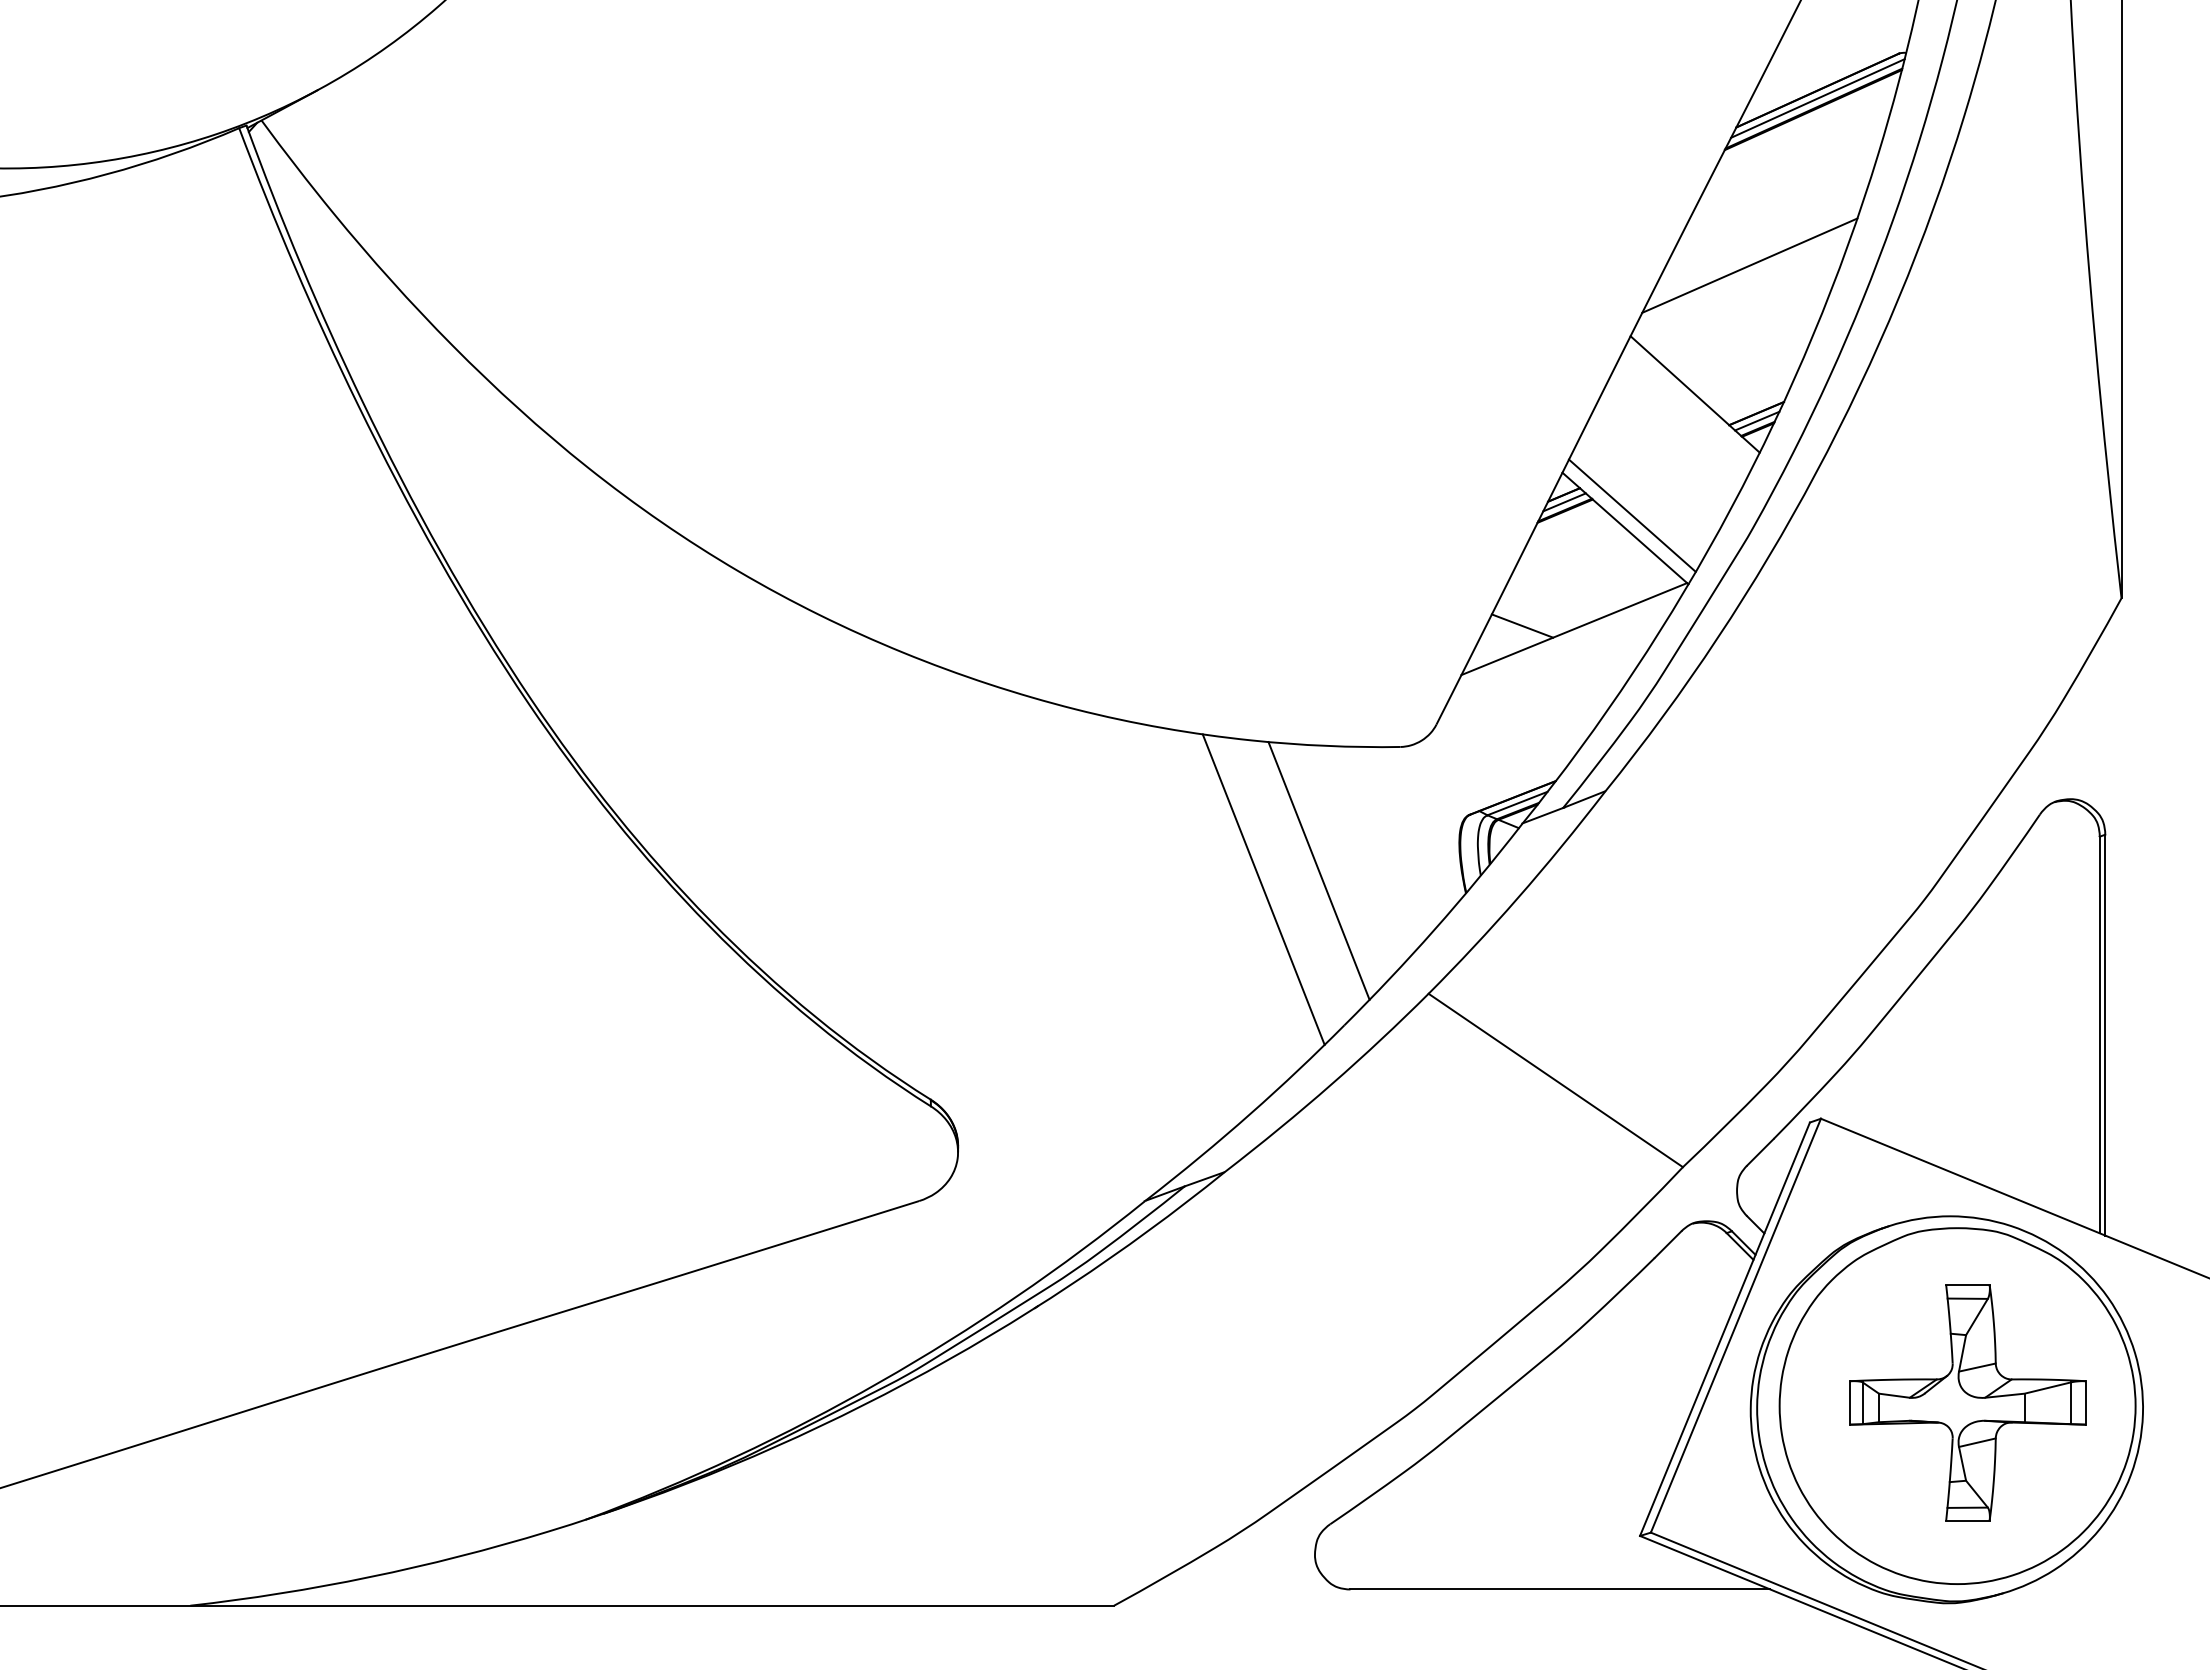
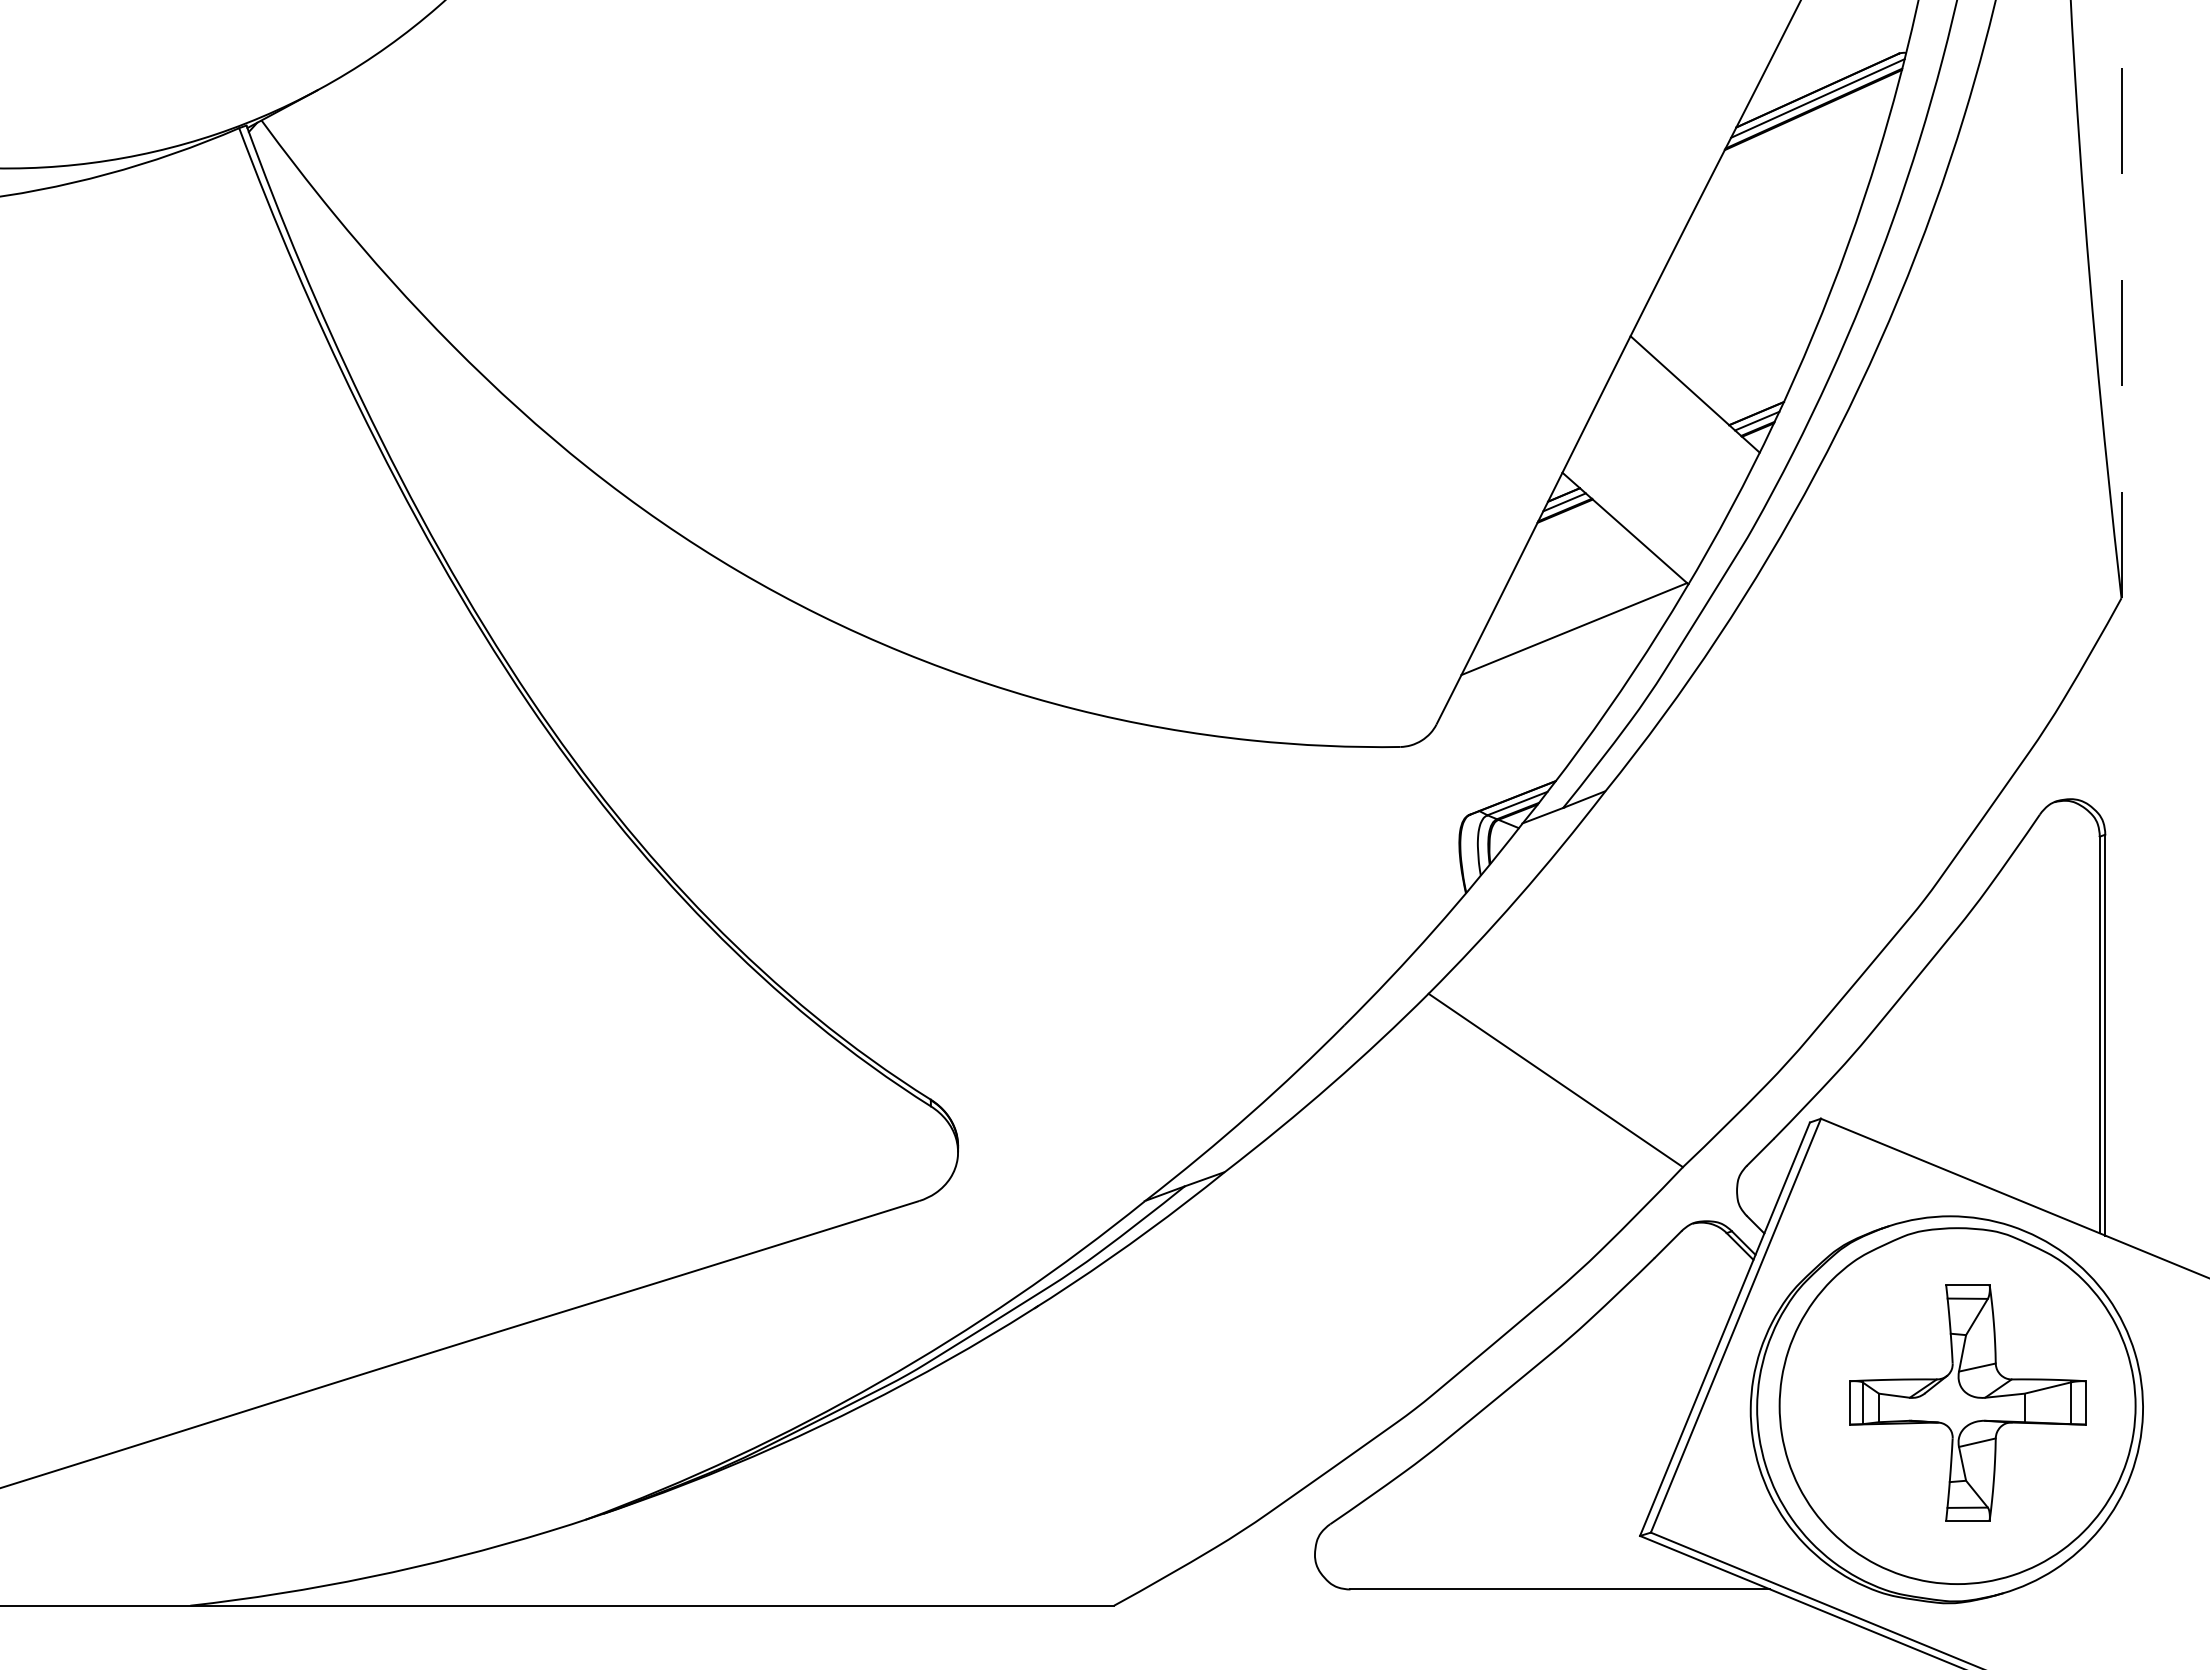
line at (1749, 265): present -> none
line at (2121, 299): solid -> dashed
line at (1632, 515): present -> none
line at (1522, 625): present -> none
line at (1318, 870): present -> none
line at (1263, 889): present -> none
